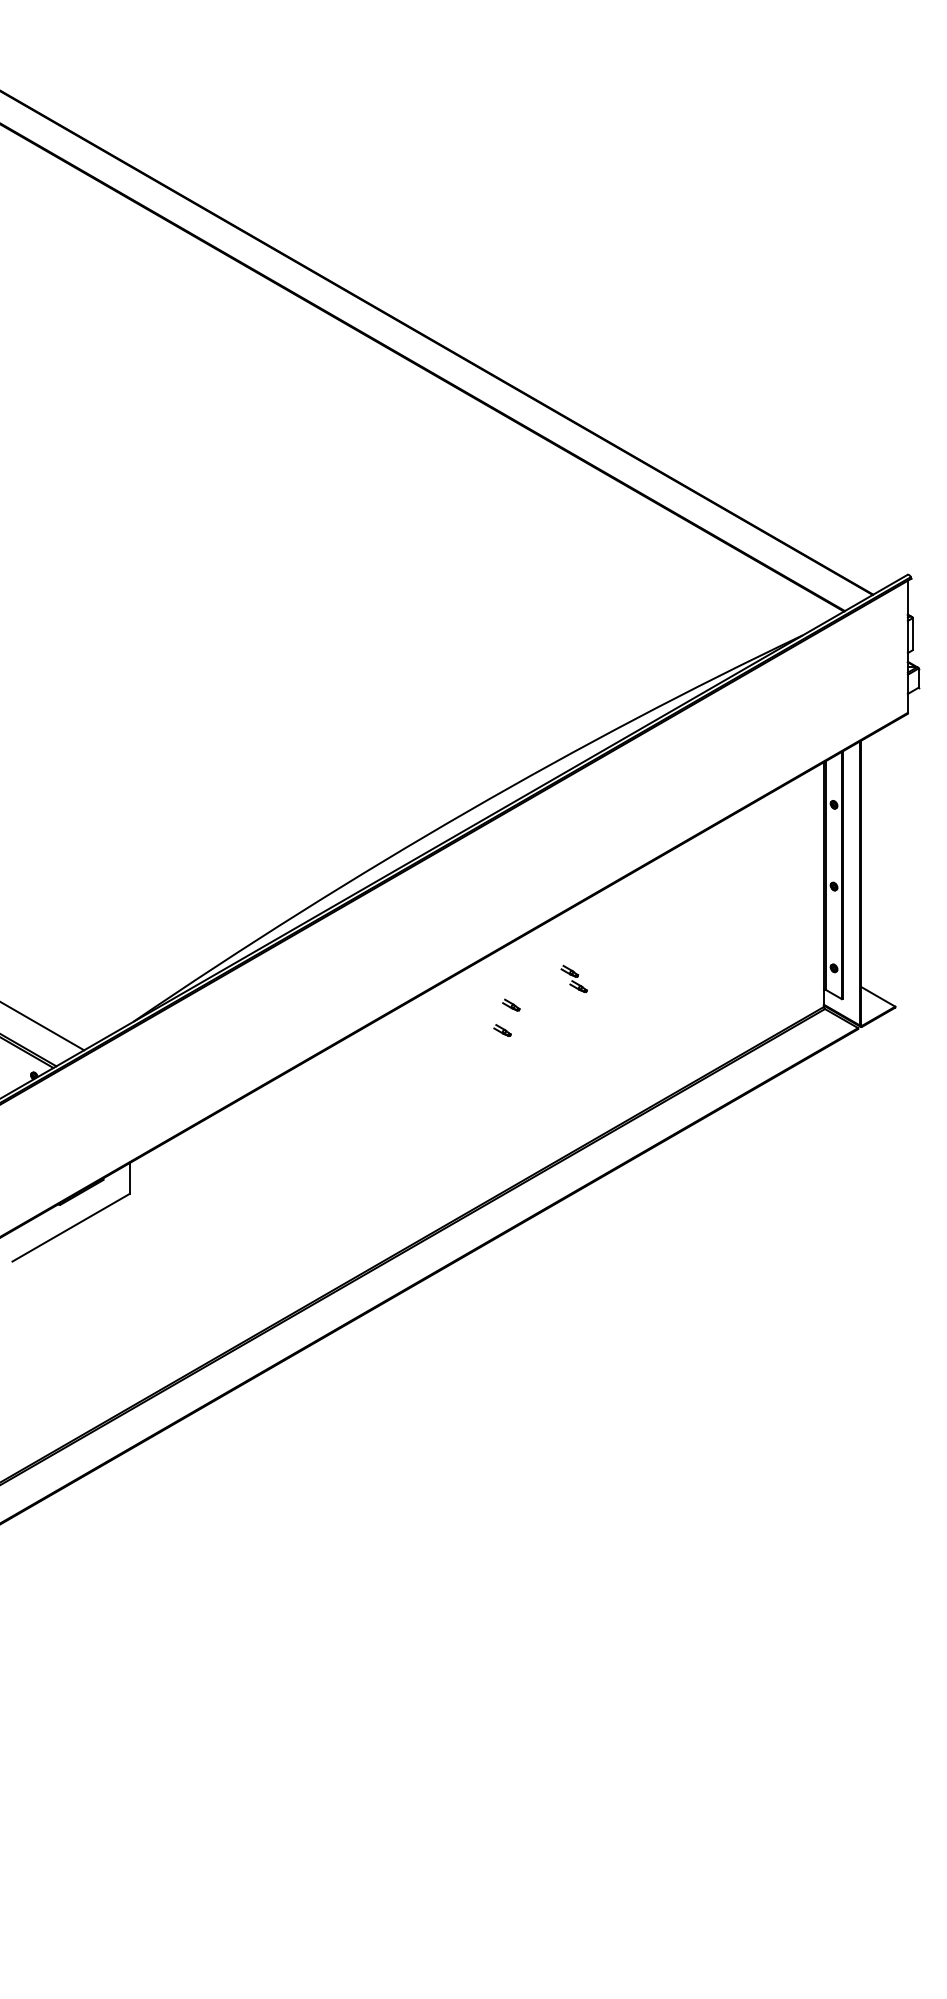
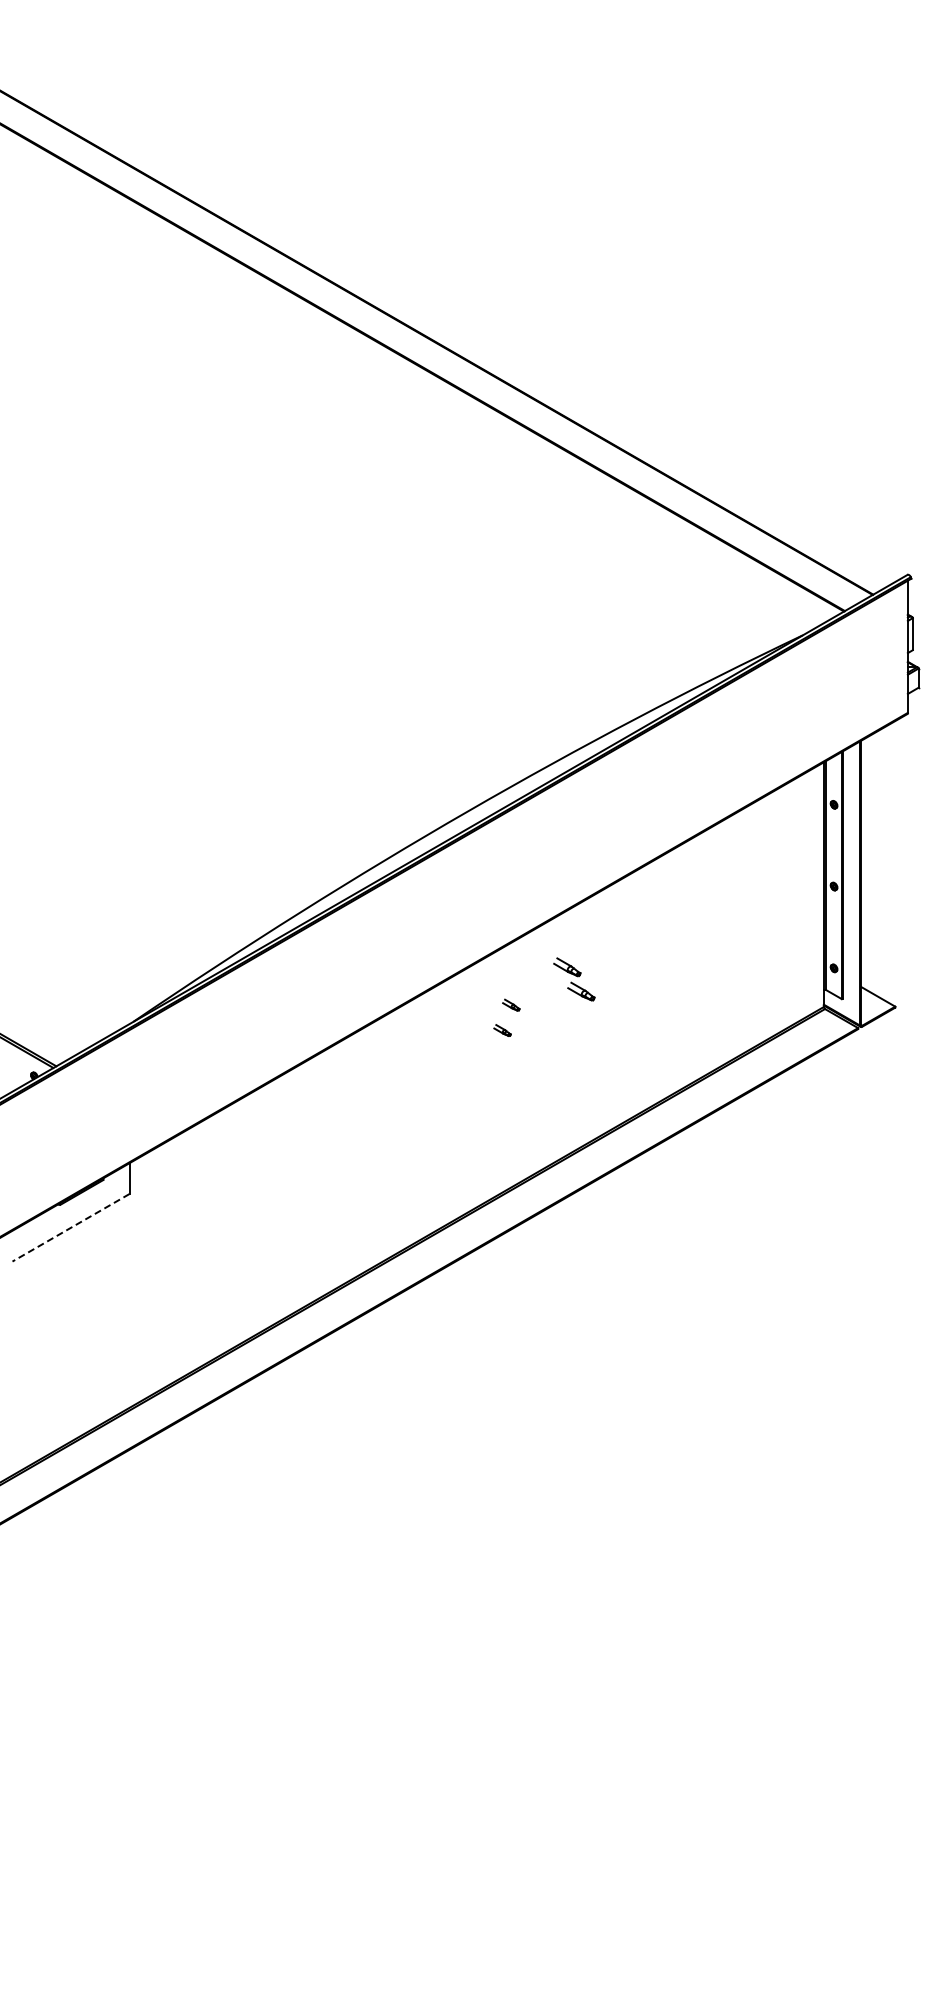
part at (573, 978) size: 28x29 px -> 43x45 px
line at (43, 1026): present -> none
line at (71, 1227): solid -> dashed
